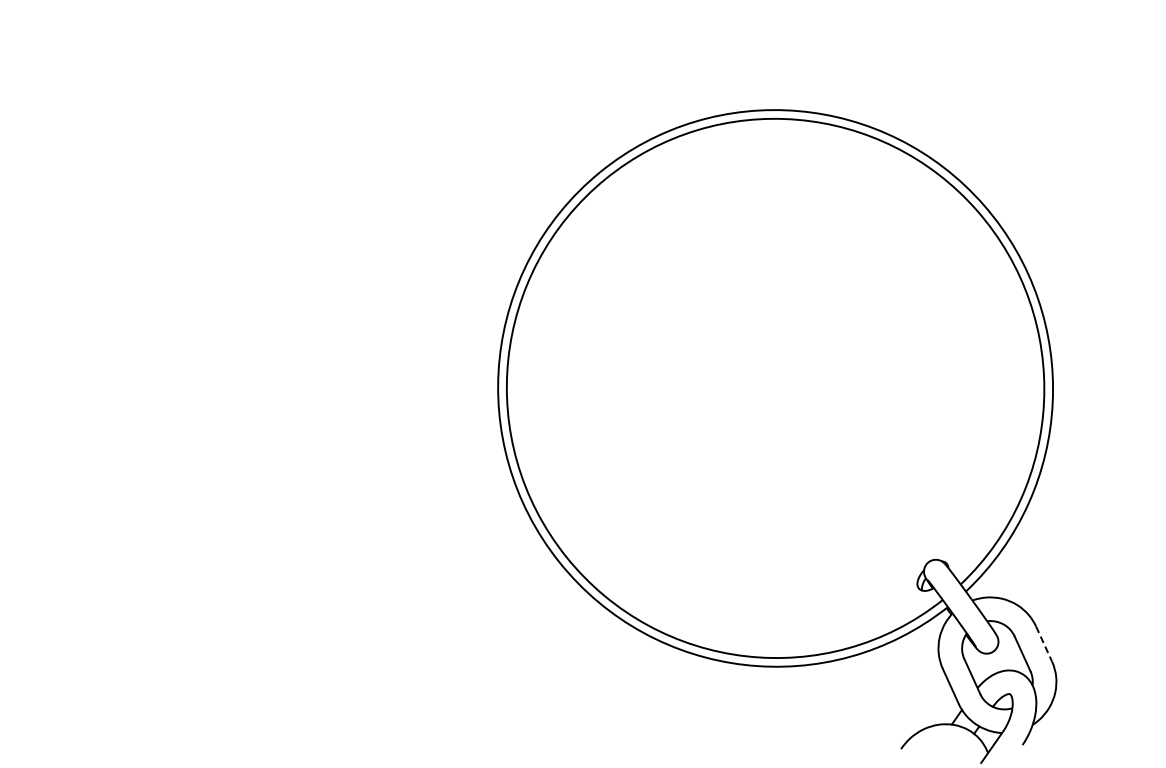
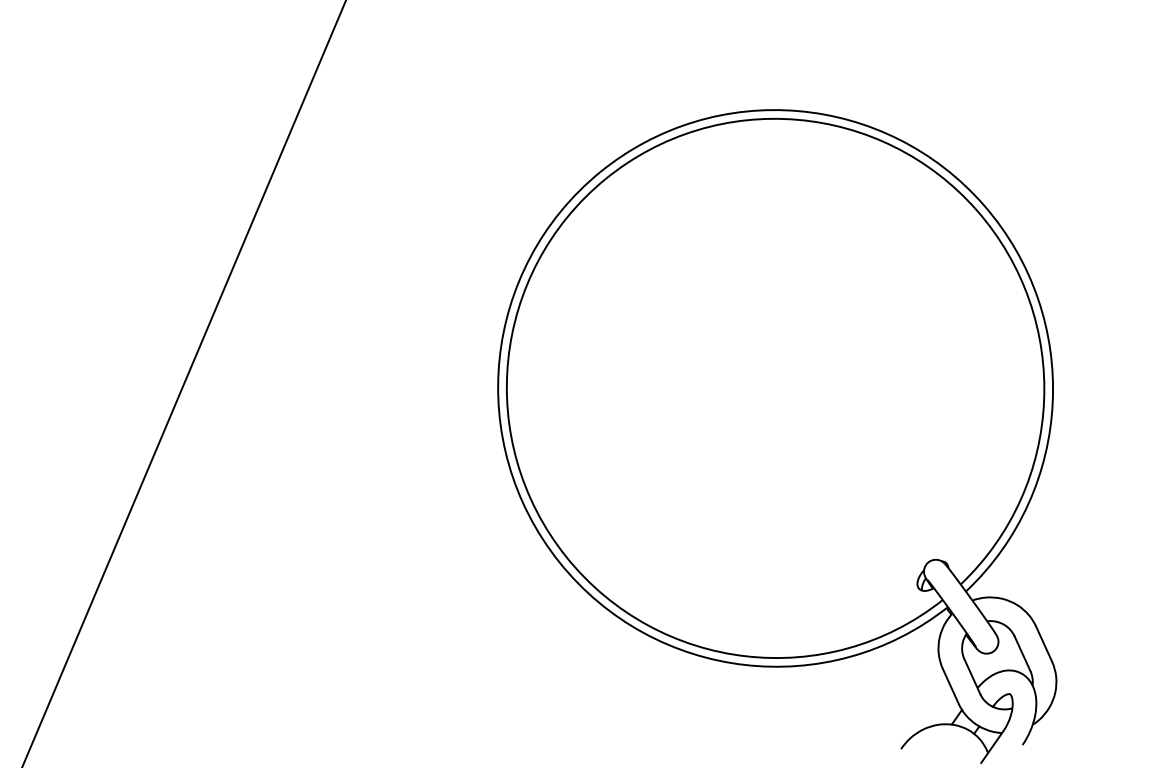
line at (184, 383): none -> present
line at (1044, 644): dashed -> solid
